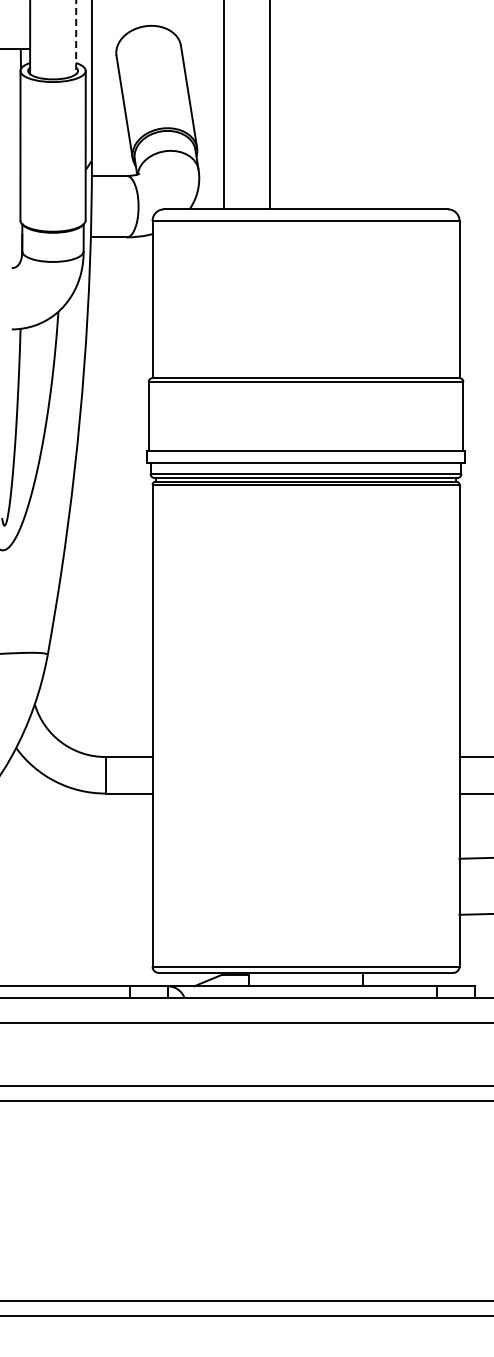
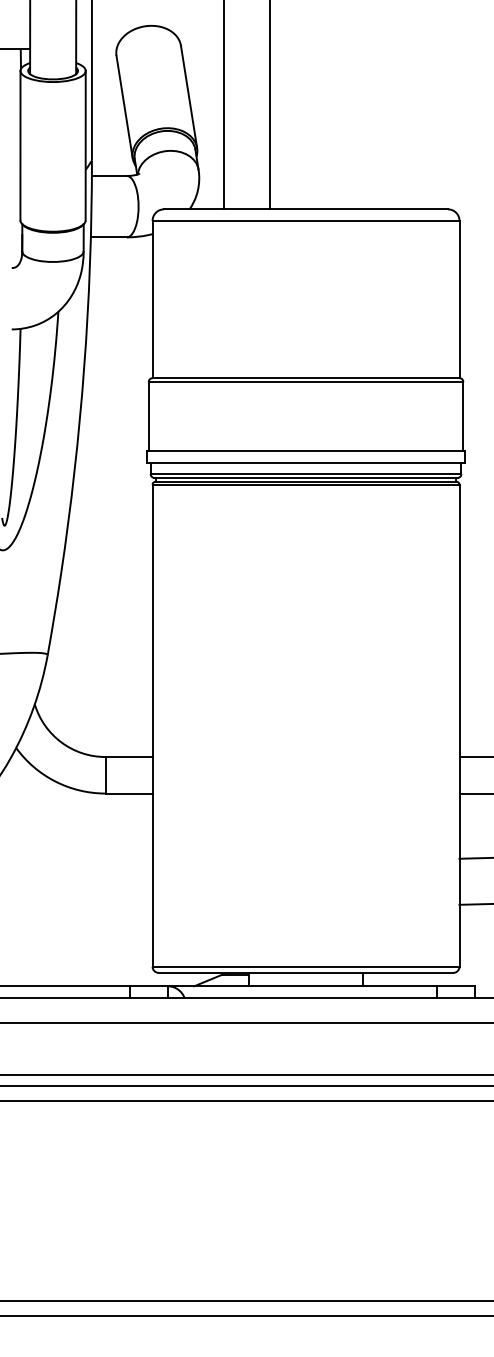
line at (76, 37): dashed -> solid
line at (474, 914) position: (474, 914) -> (474, 904)
line at (246, 1074): none -> present
